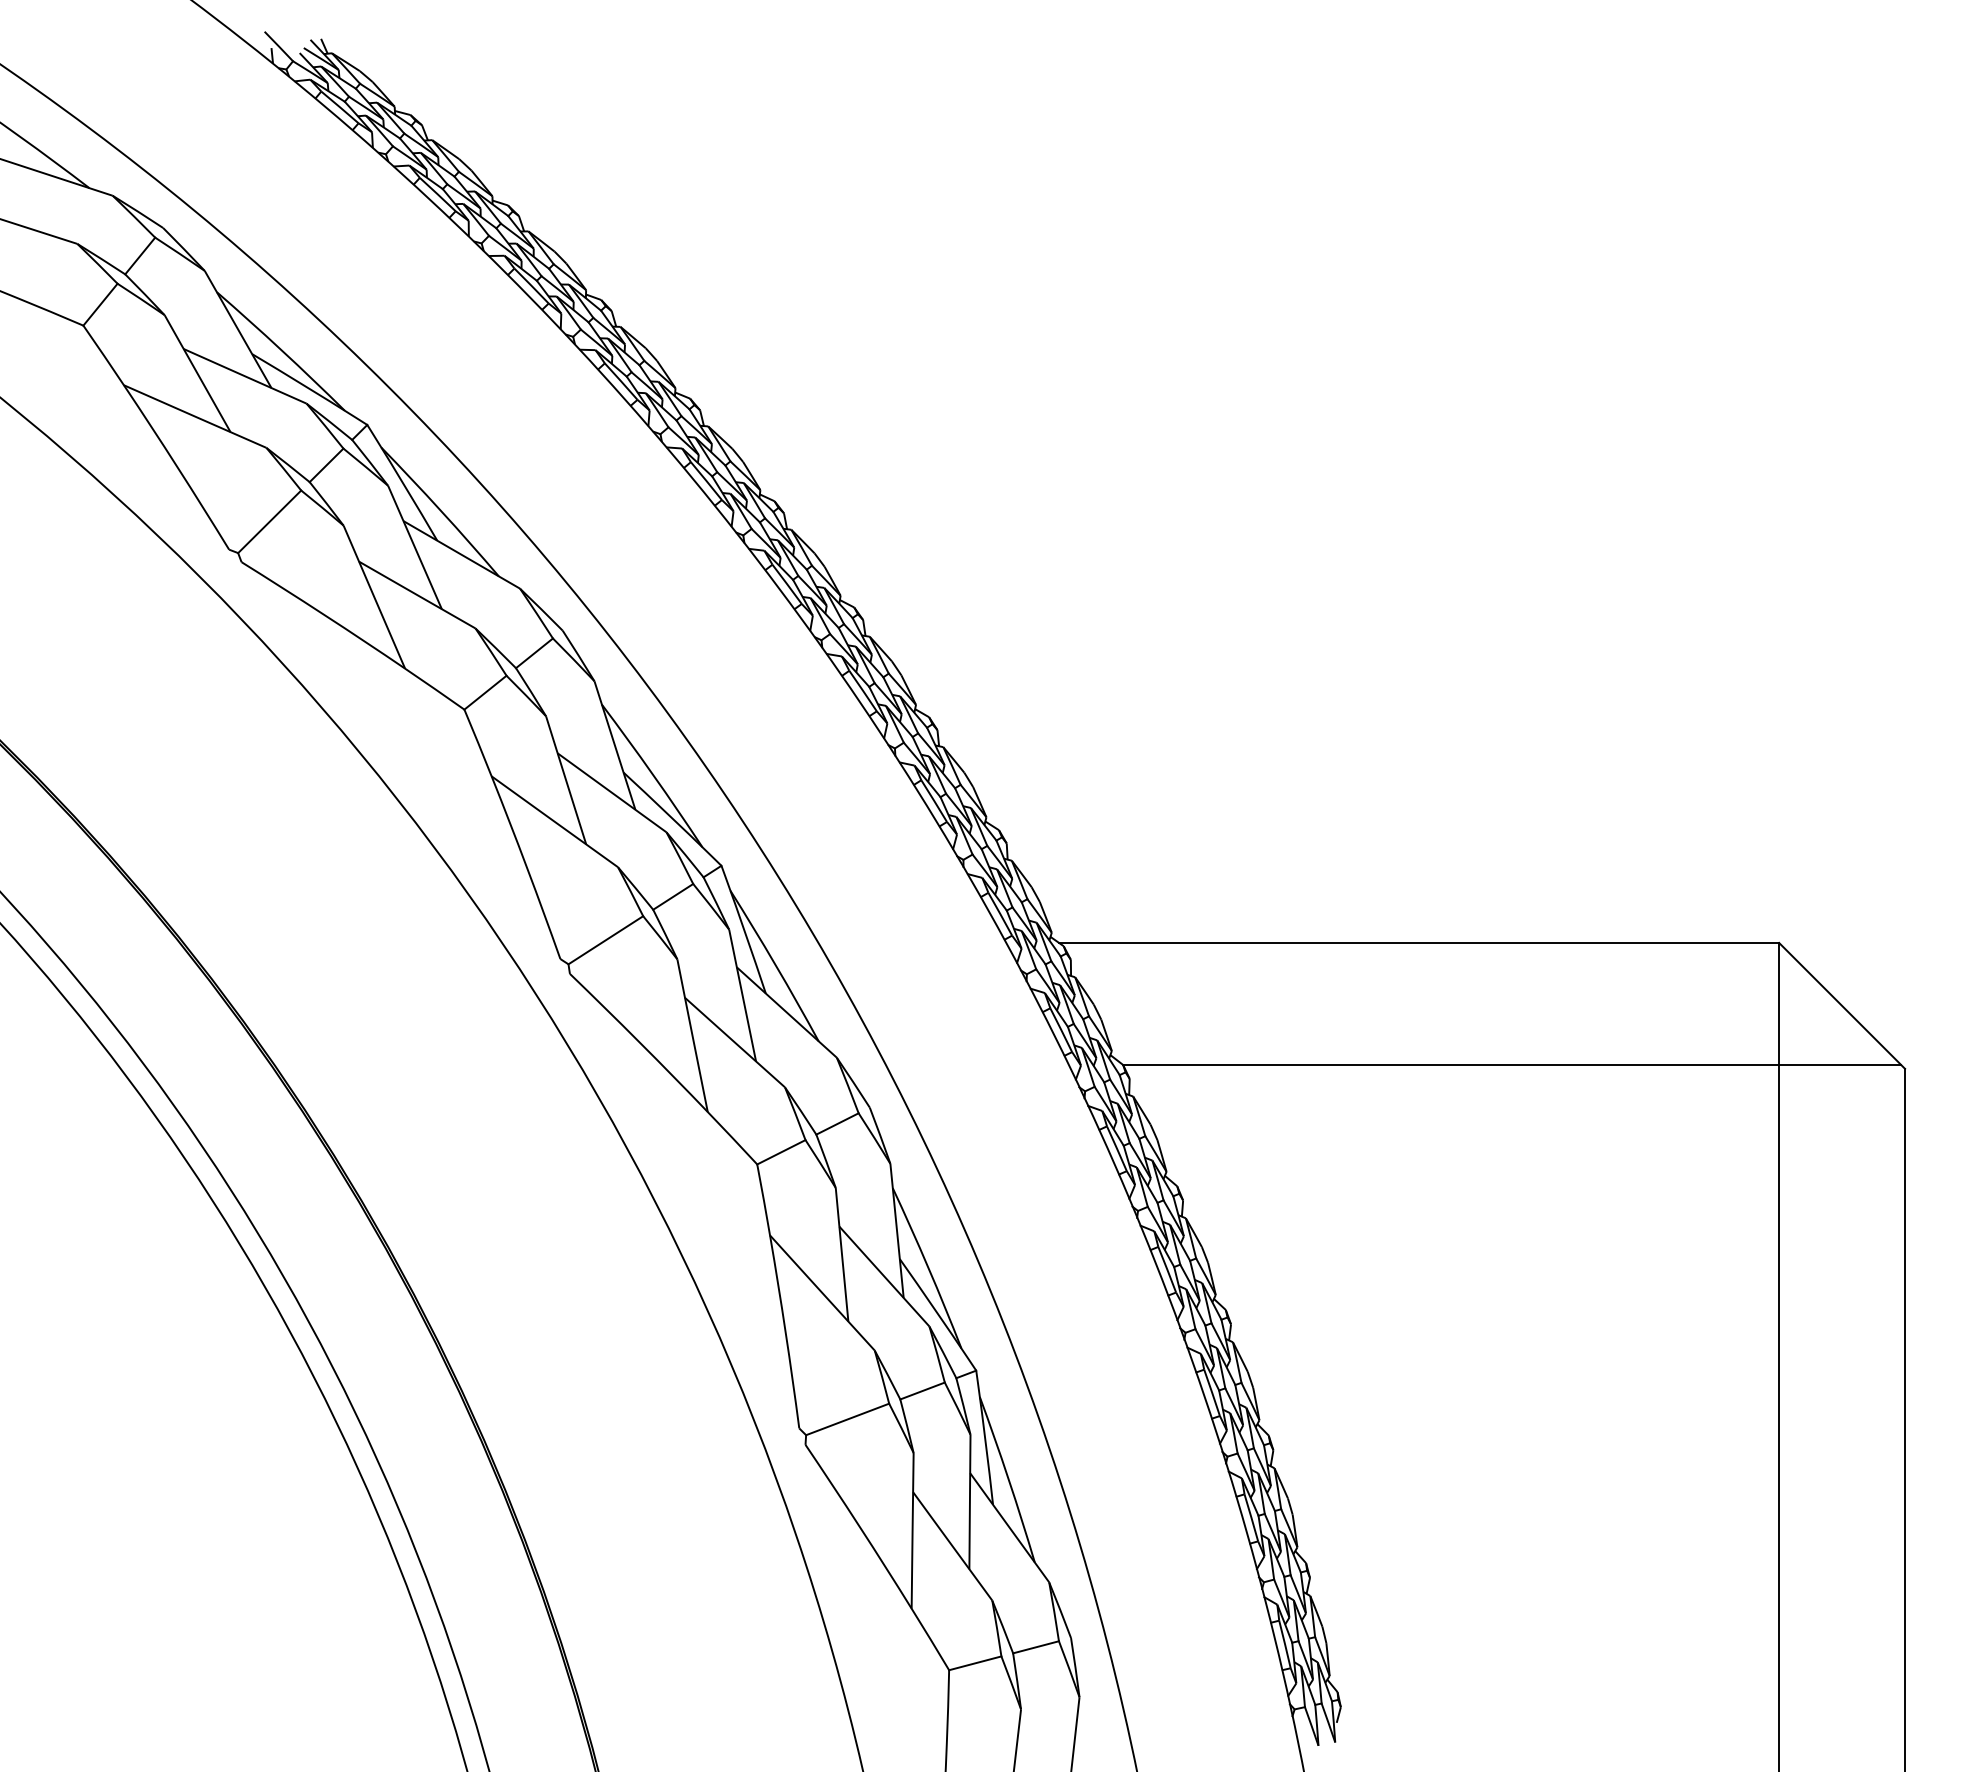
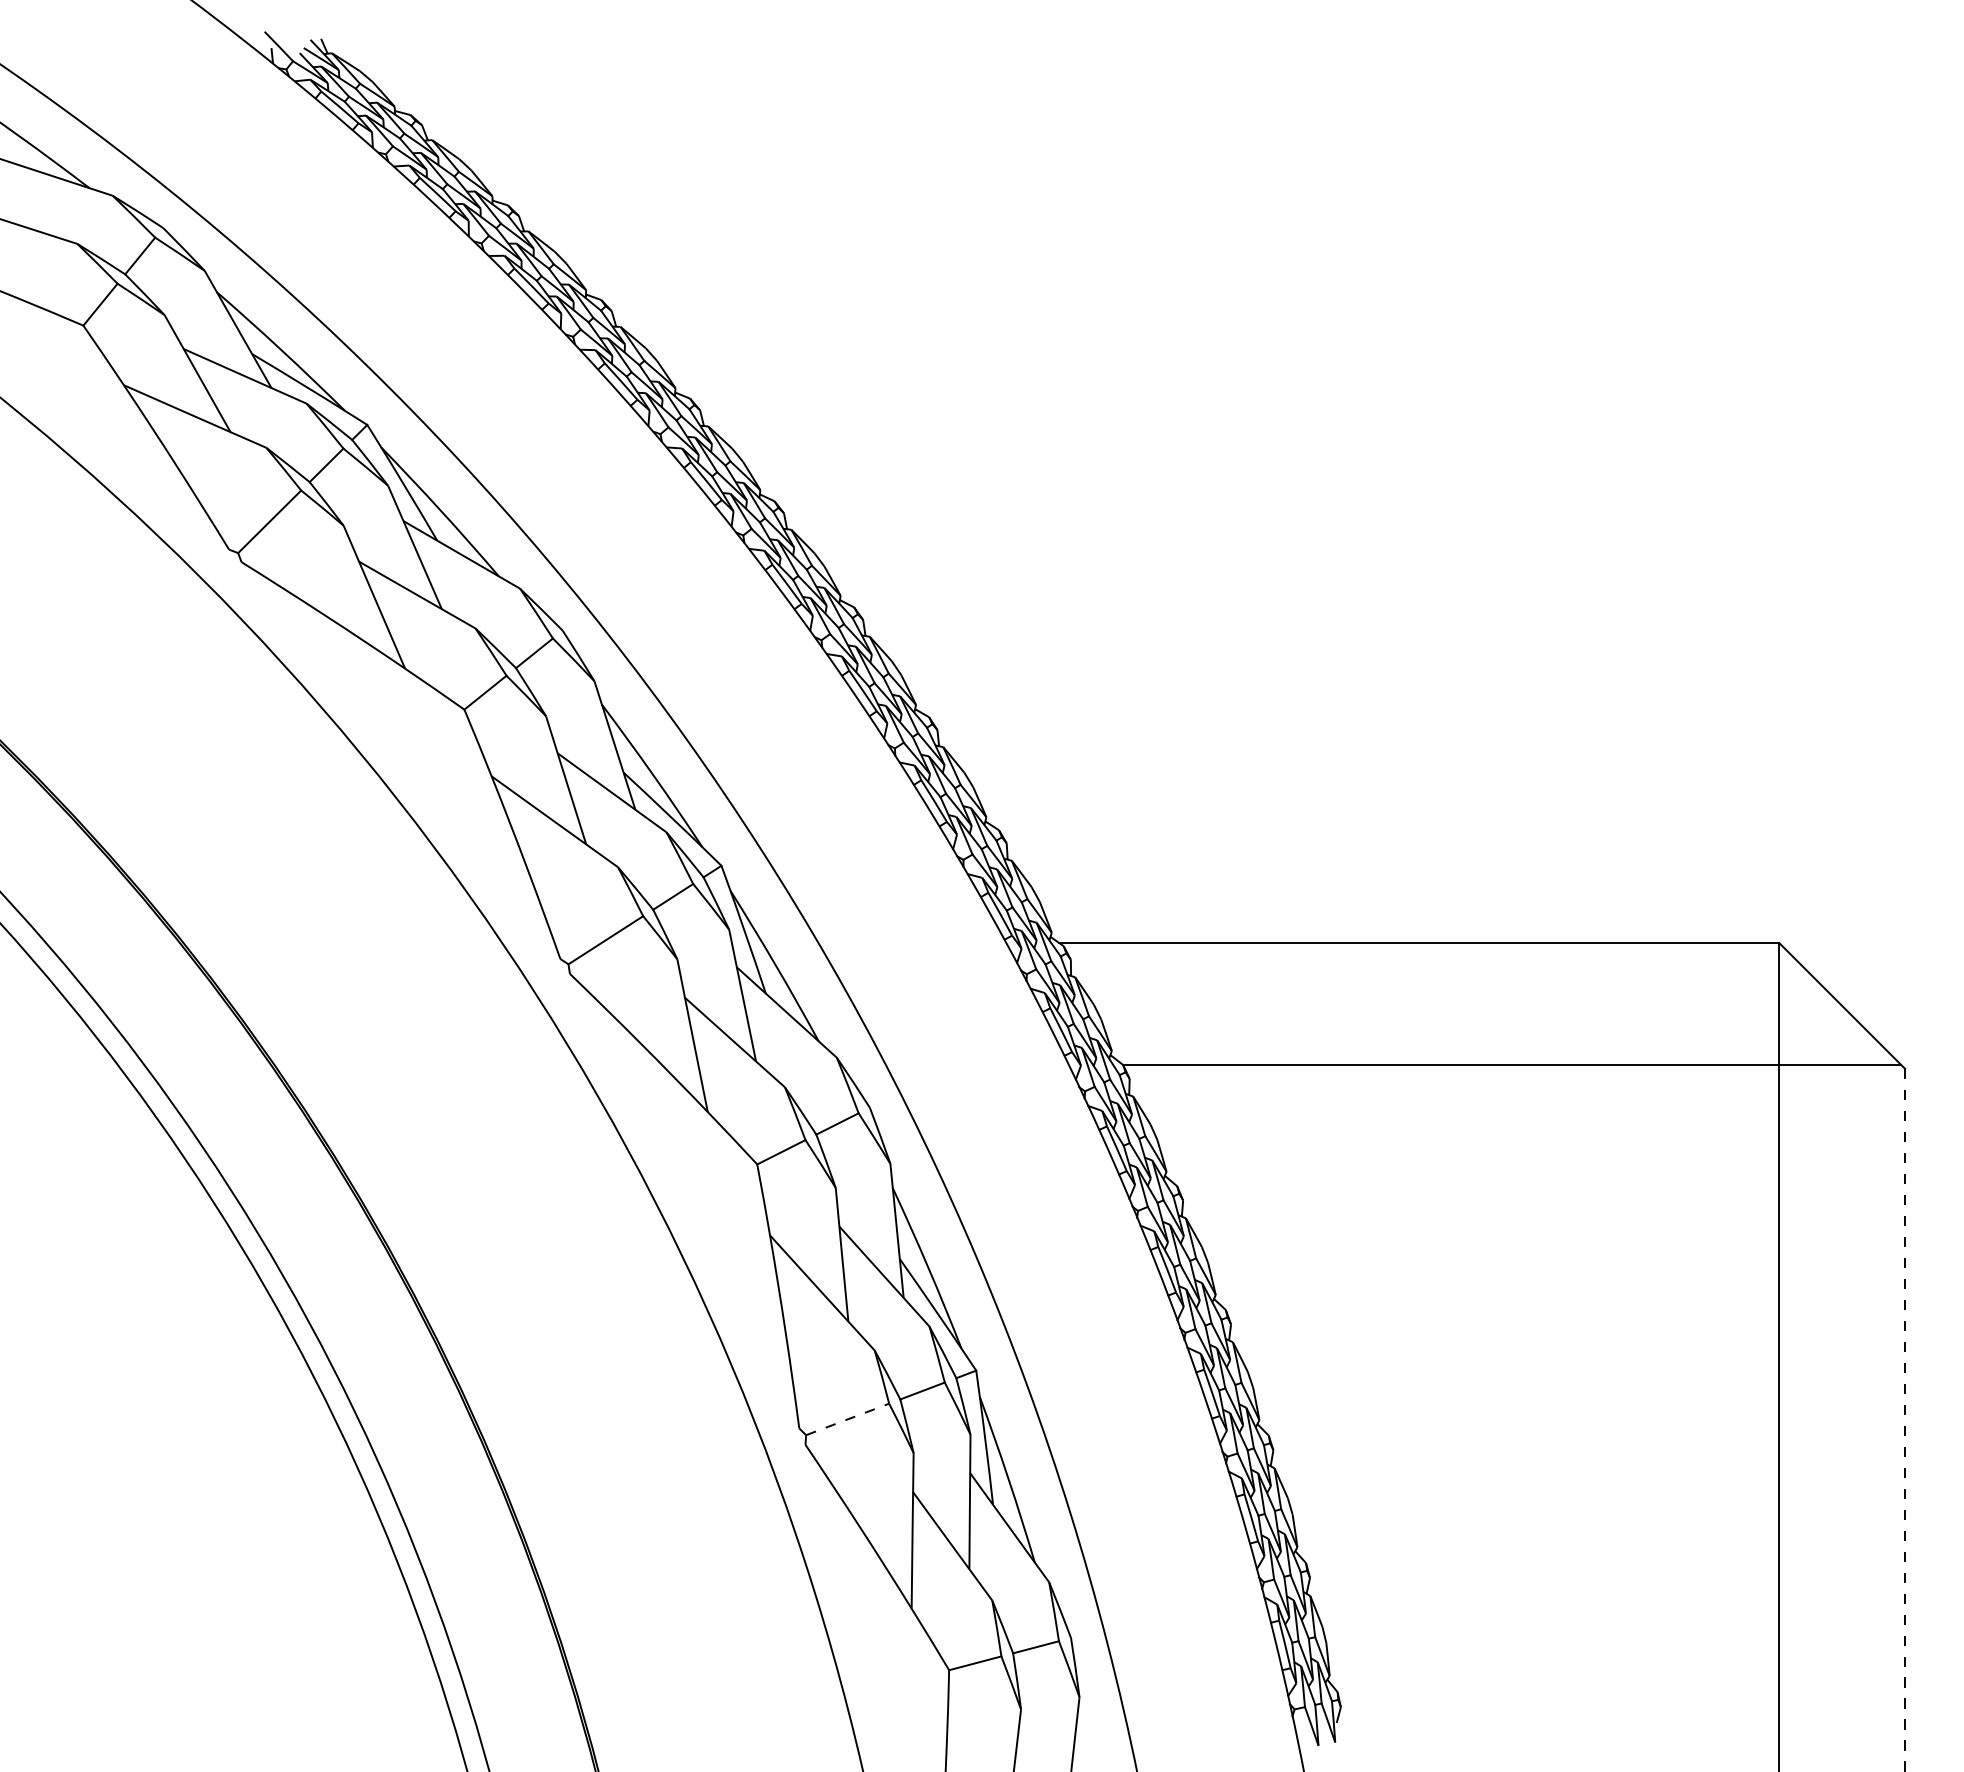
line at (848, 1419): solid -> dashed
line at (1905, 1420): solid -> dashed
